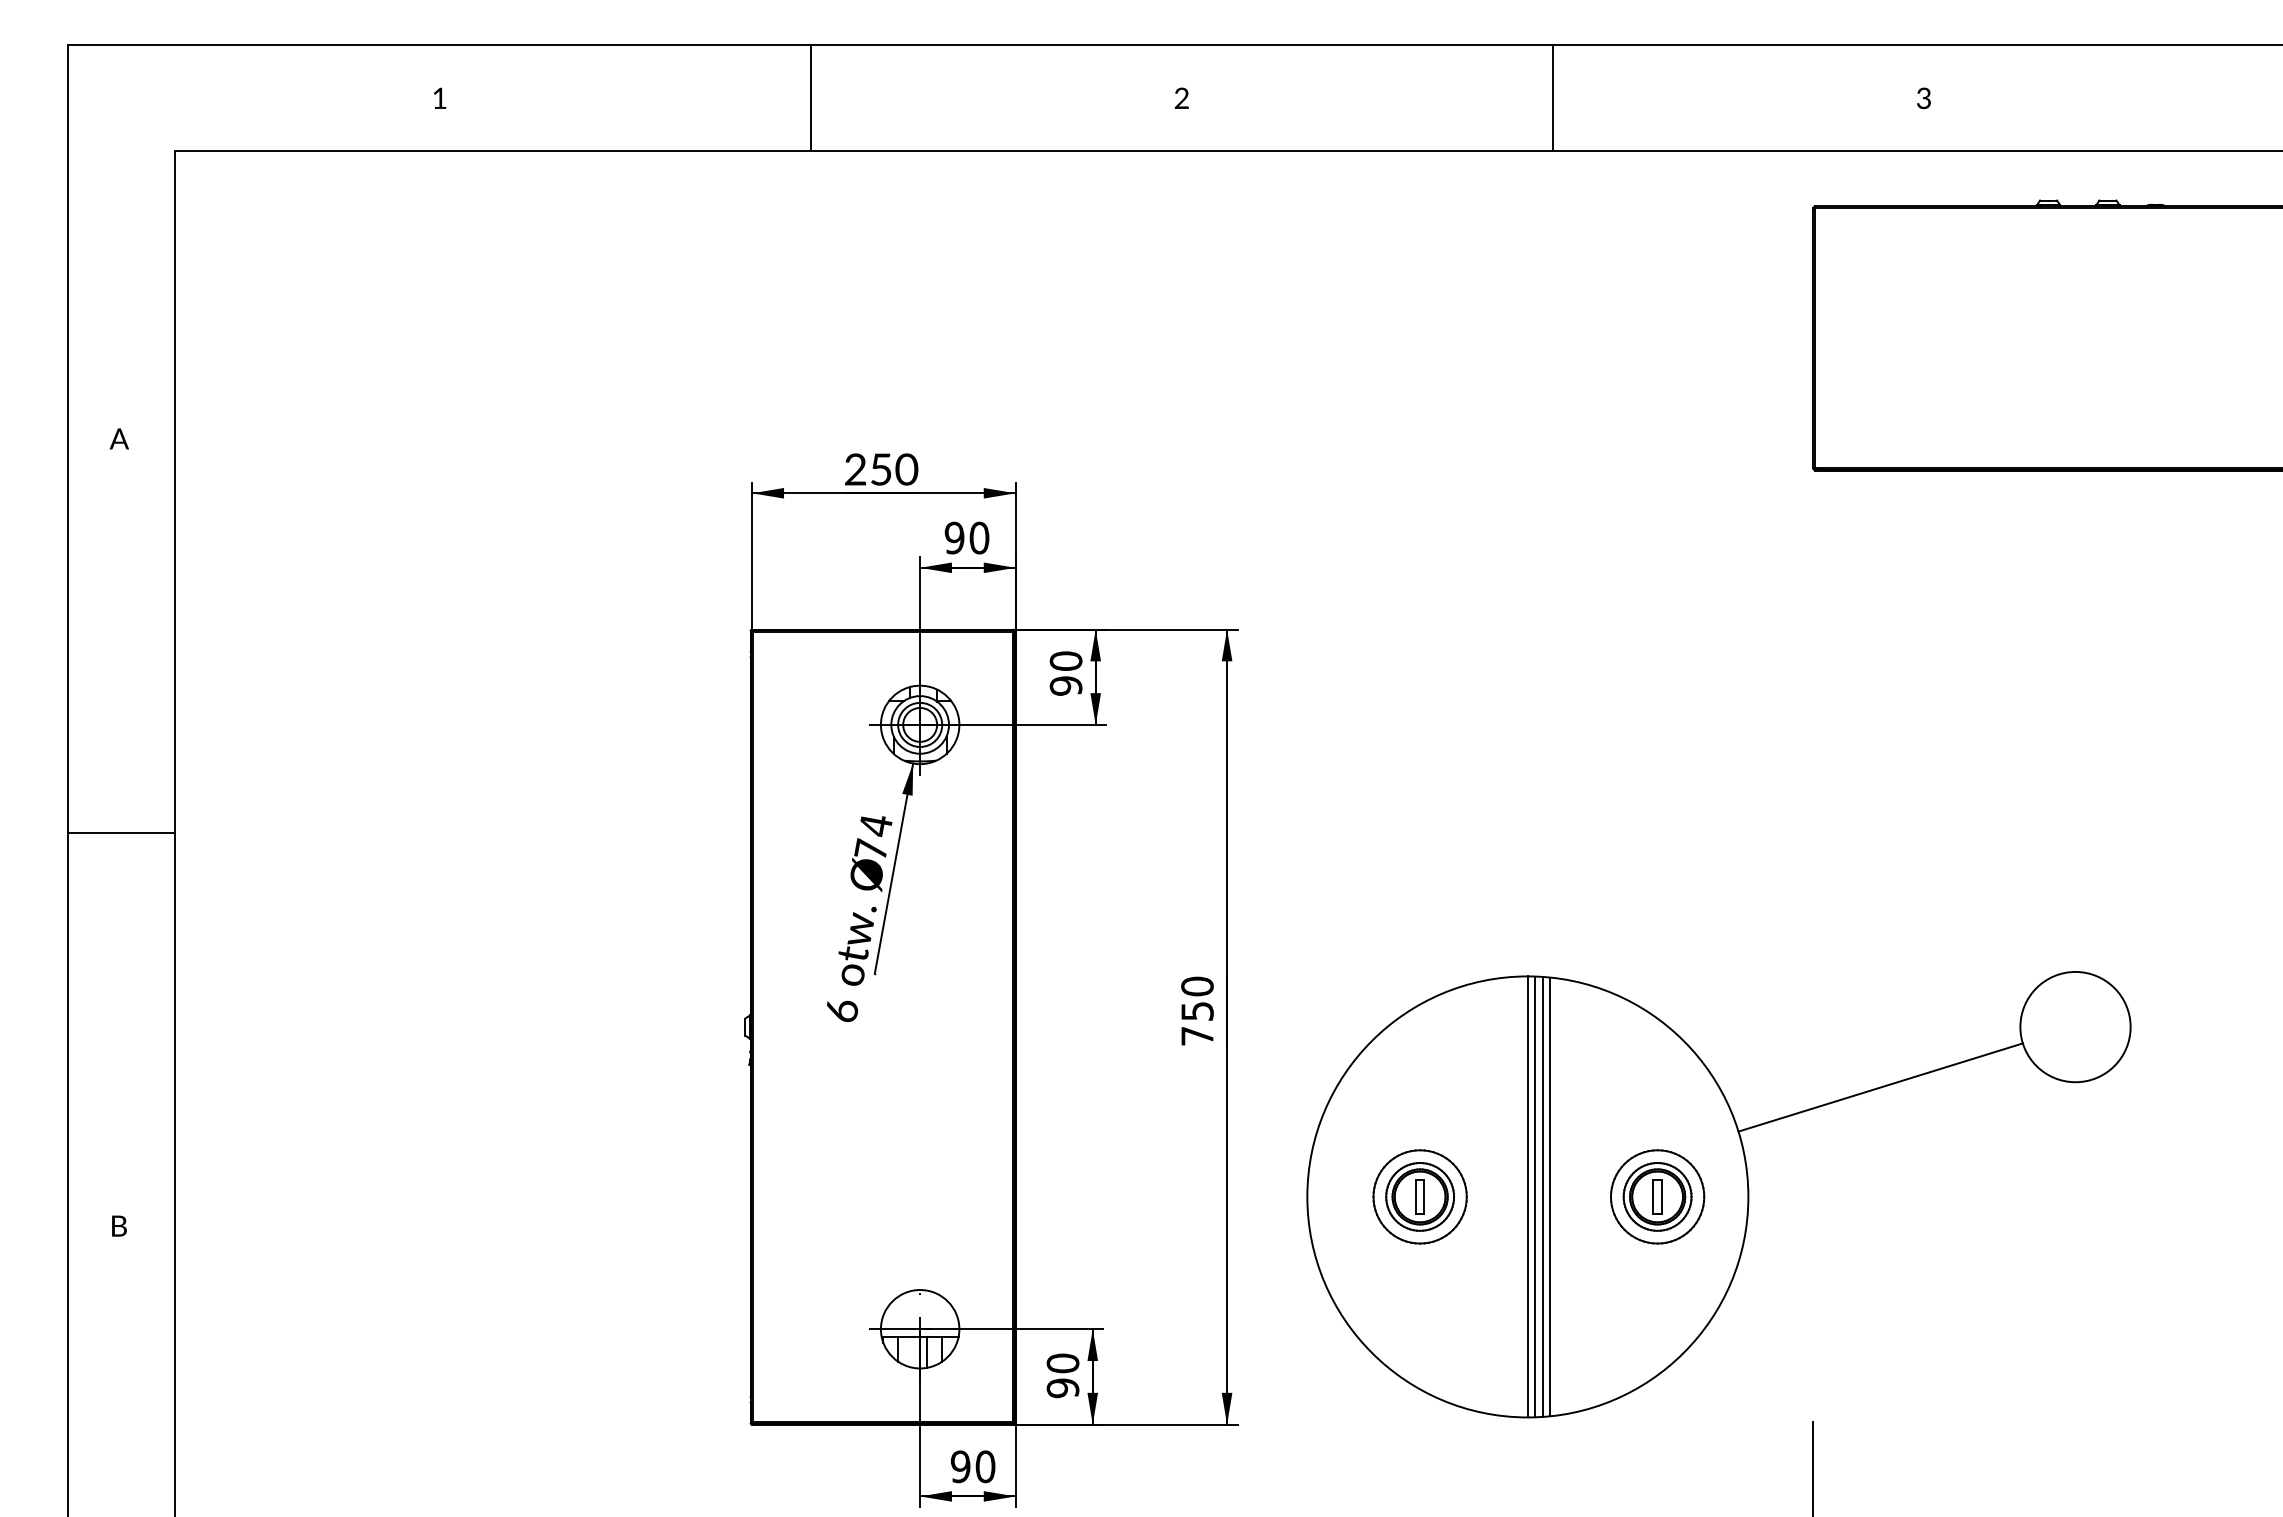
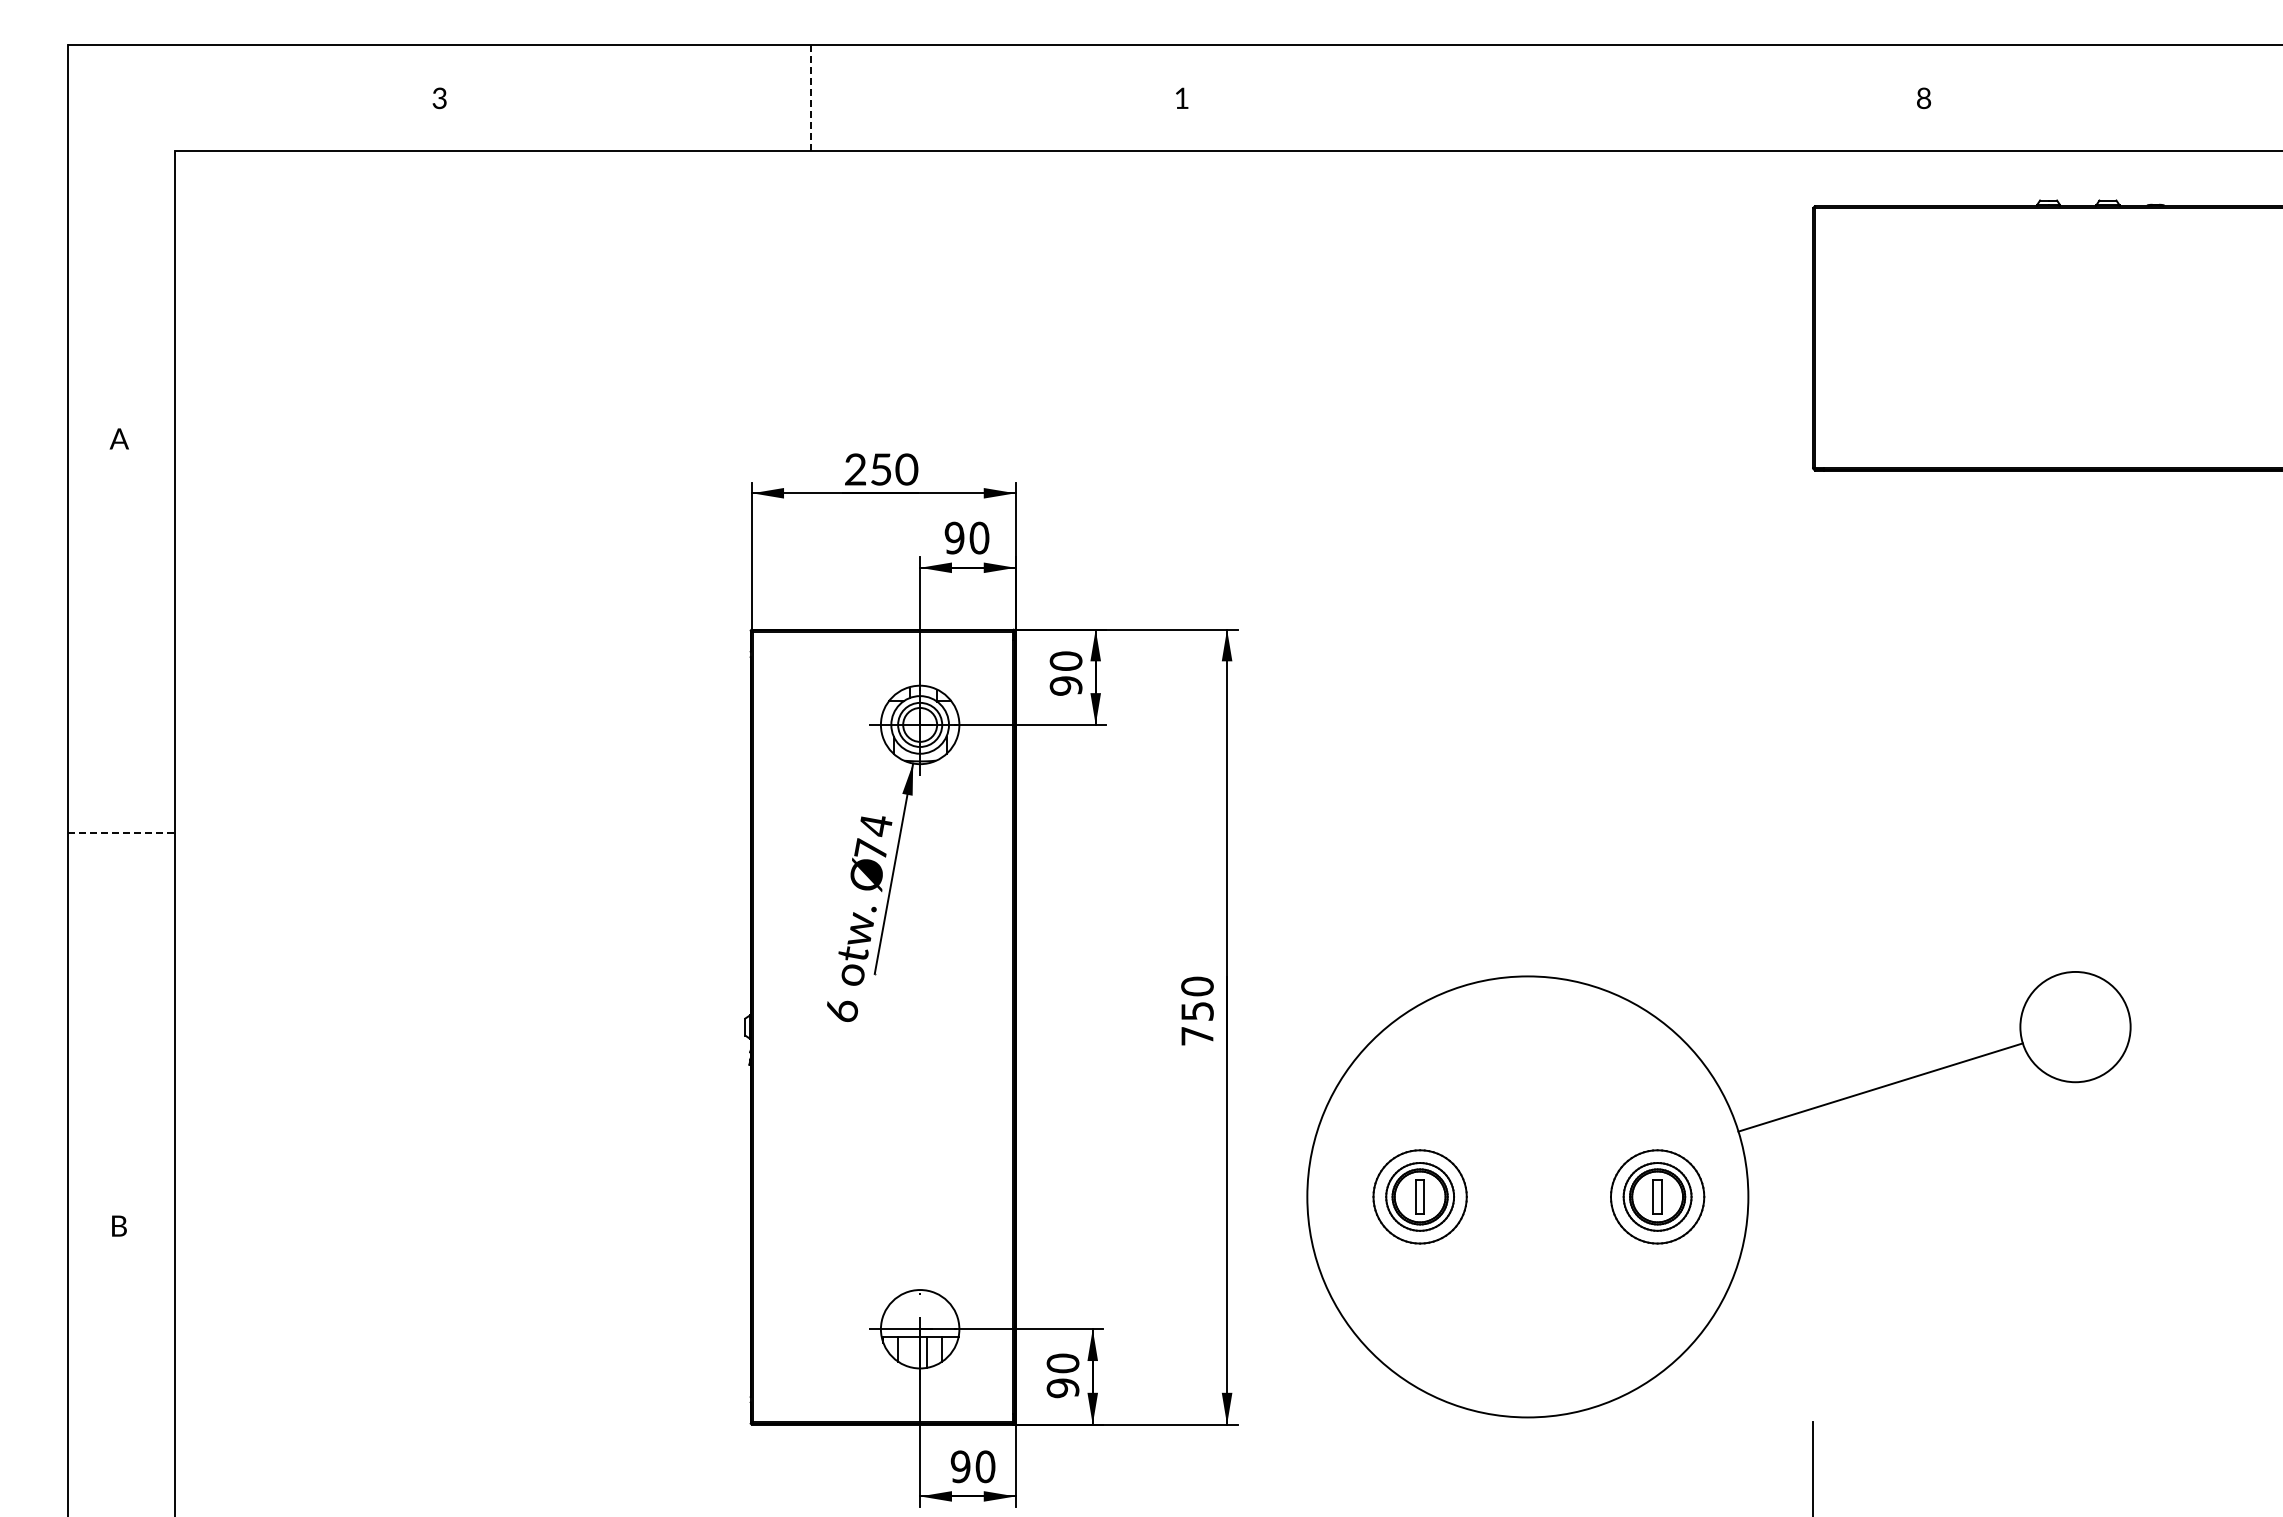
text at (1181, 97): 2 -> 1
text at (439, 98): 1 -> 3
line at (810, 98): solid -> dashed
line at (1552, 98): present -> none
text at (1924, 98): 3 -> 8
line at (121, 832): solid -> dashed
line at (1527, 1196): present -> none
line at (1534, 1196): present -> none
line at (1543, 1196): present -> none
line at (1549, 1196): present -> none
